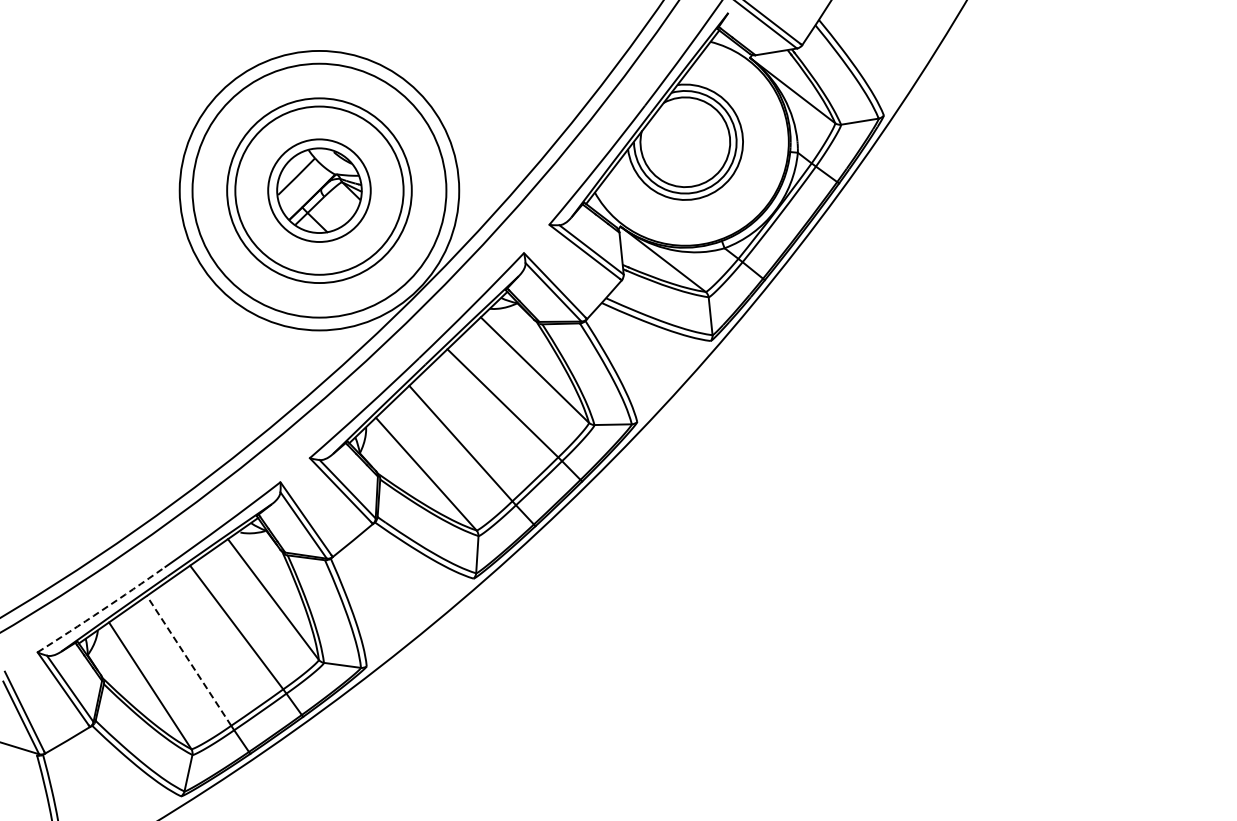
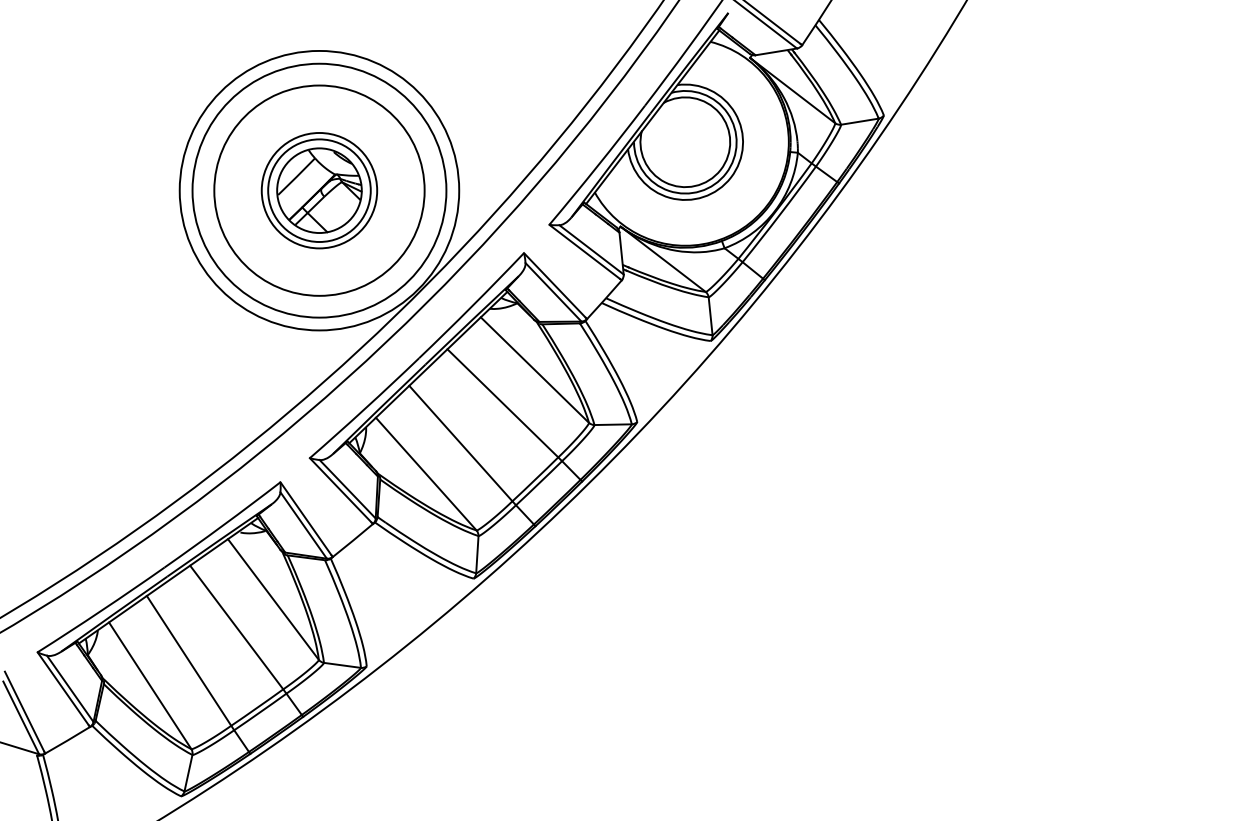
circle at (319, 190) diameter: 168 px -> 210 px
circle at (319, 190) diameter: 185 px -> 115 px
arc at (101, 610): dashed -> solid
line at (188, 660): dashed -> solid
